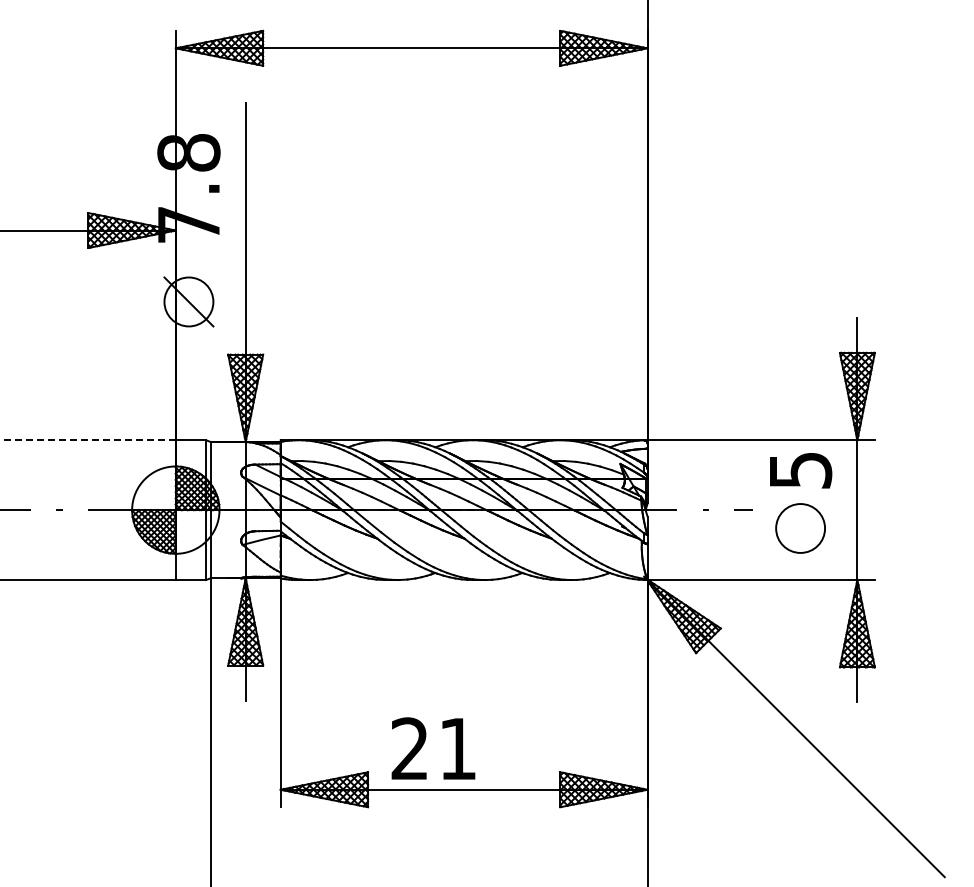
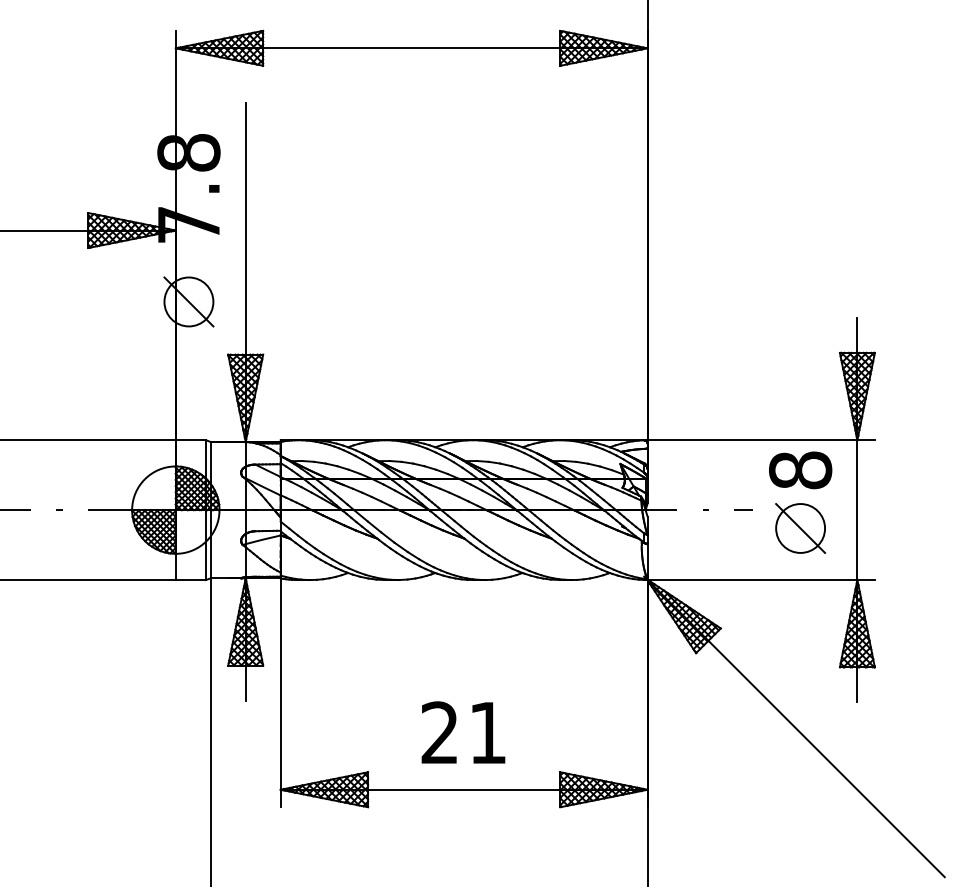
line at (87, 440): dashed -> solid
text at (800, 470): 5 -> 8
line at (800, 528): none -> present
text at (433, 748) position: (433, 748) -> (463, 732)
